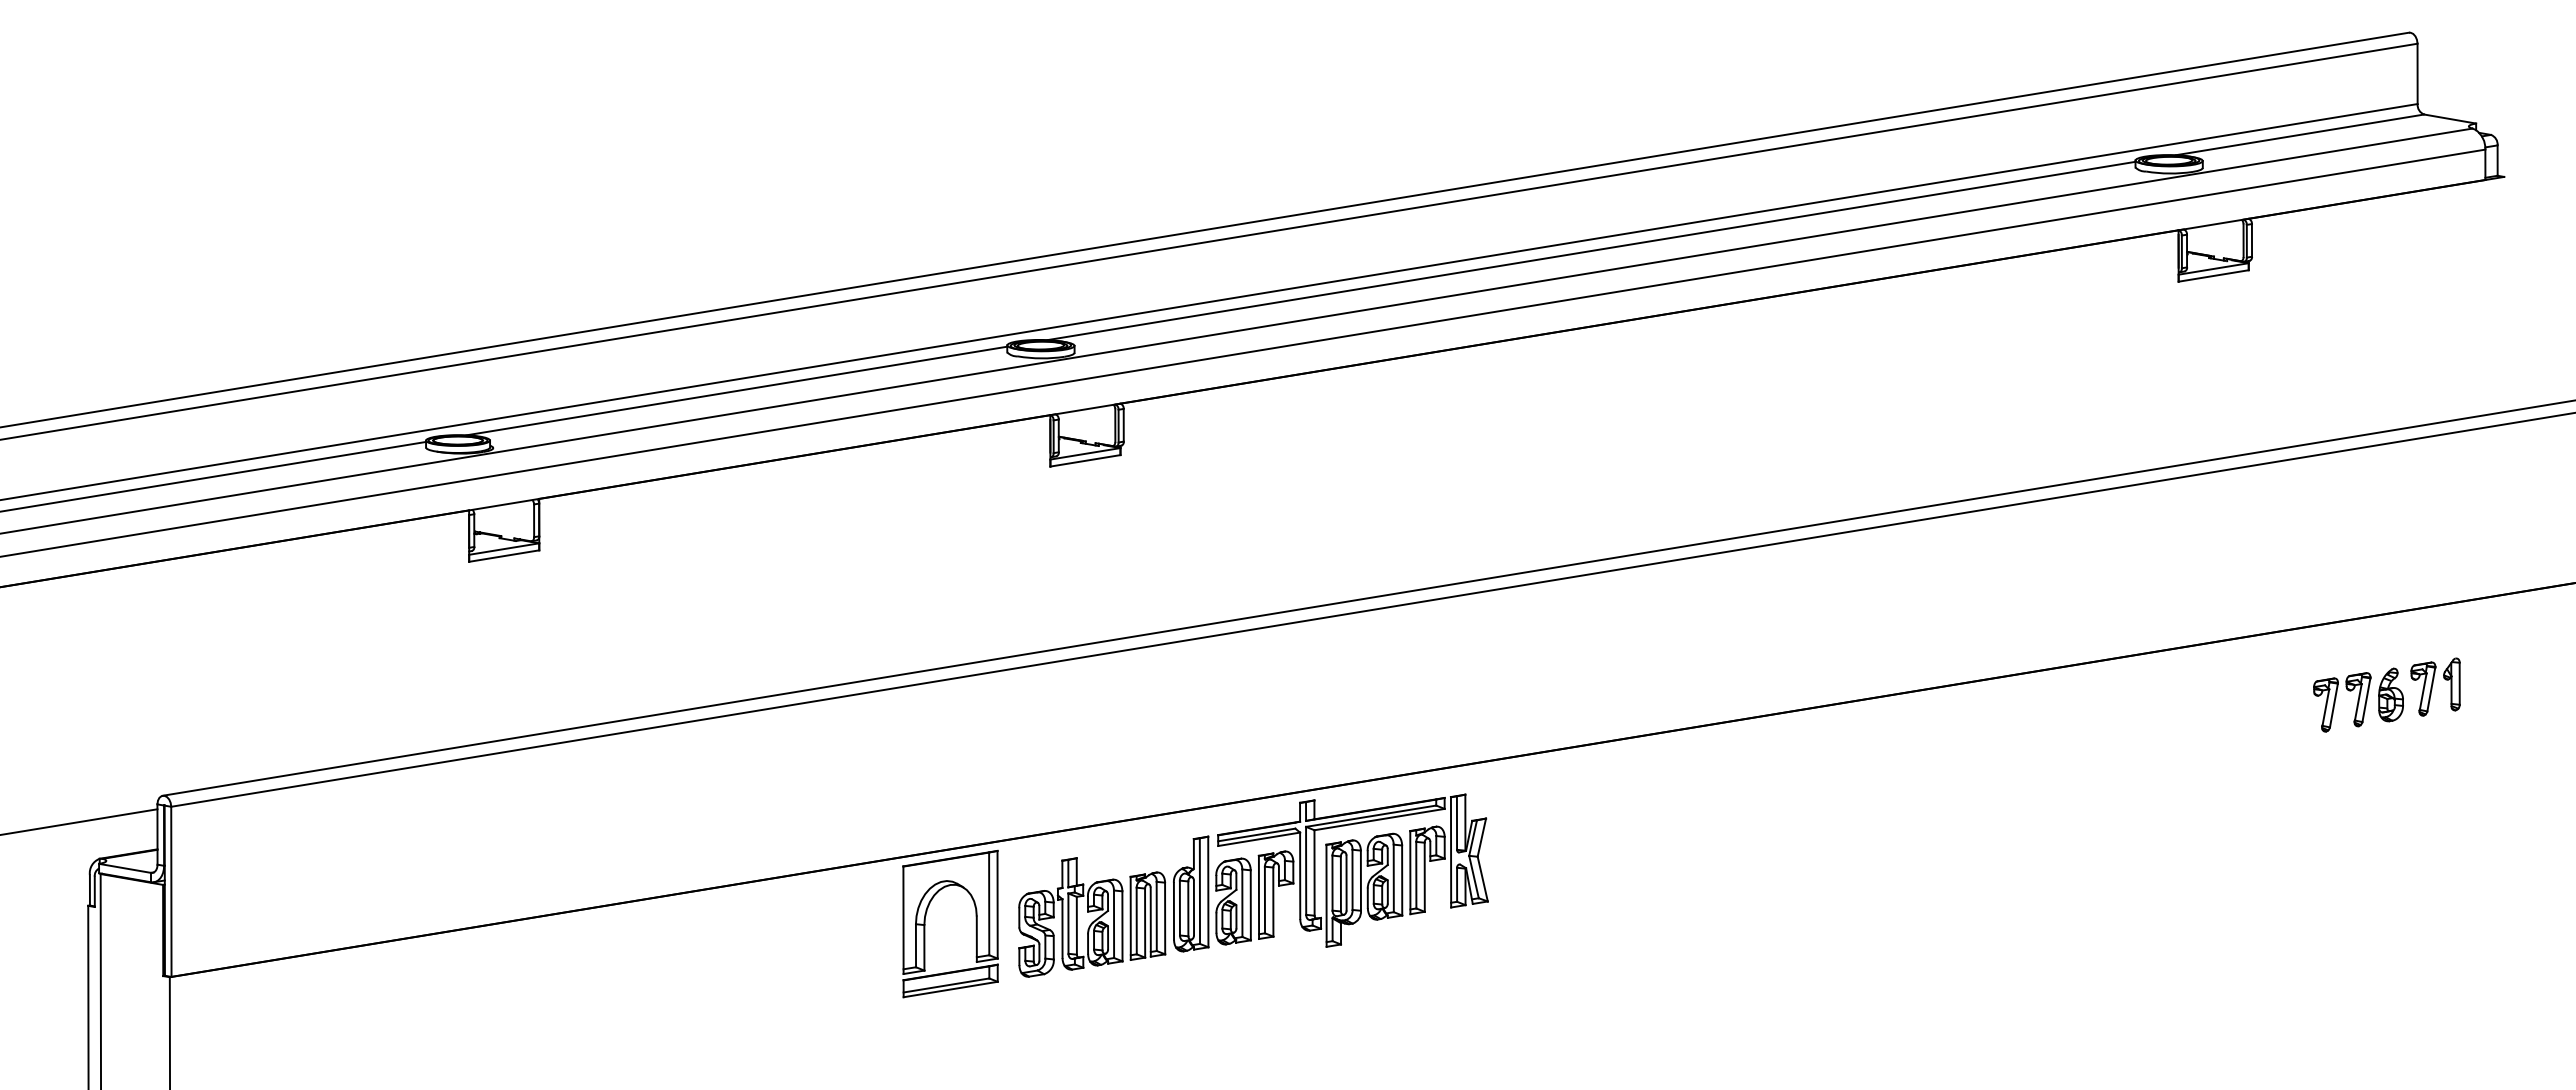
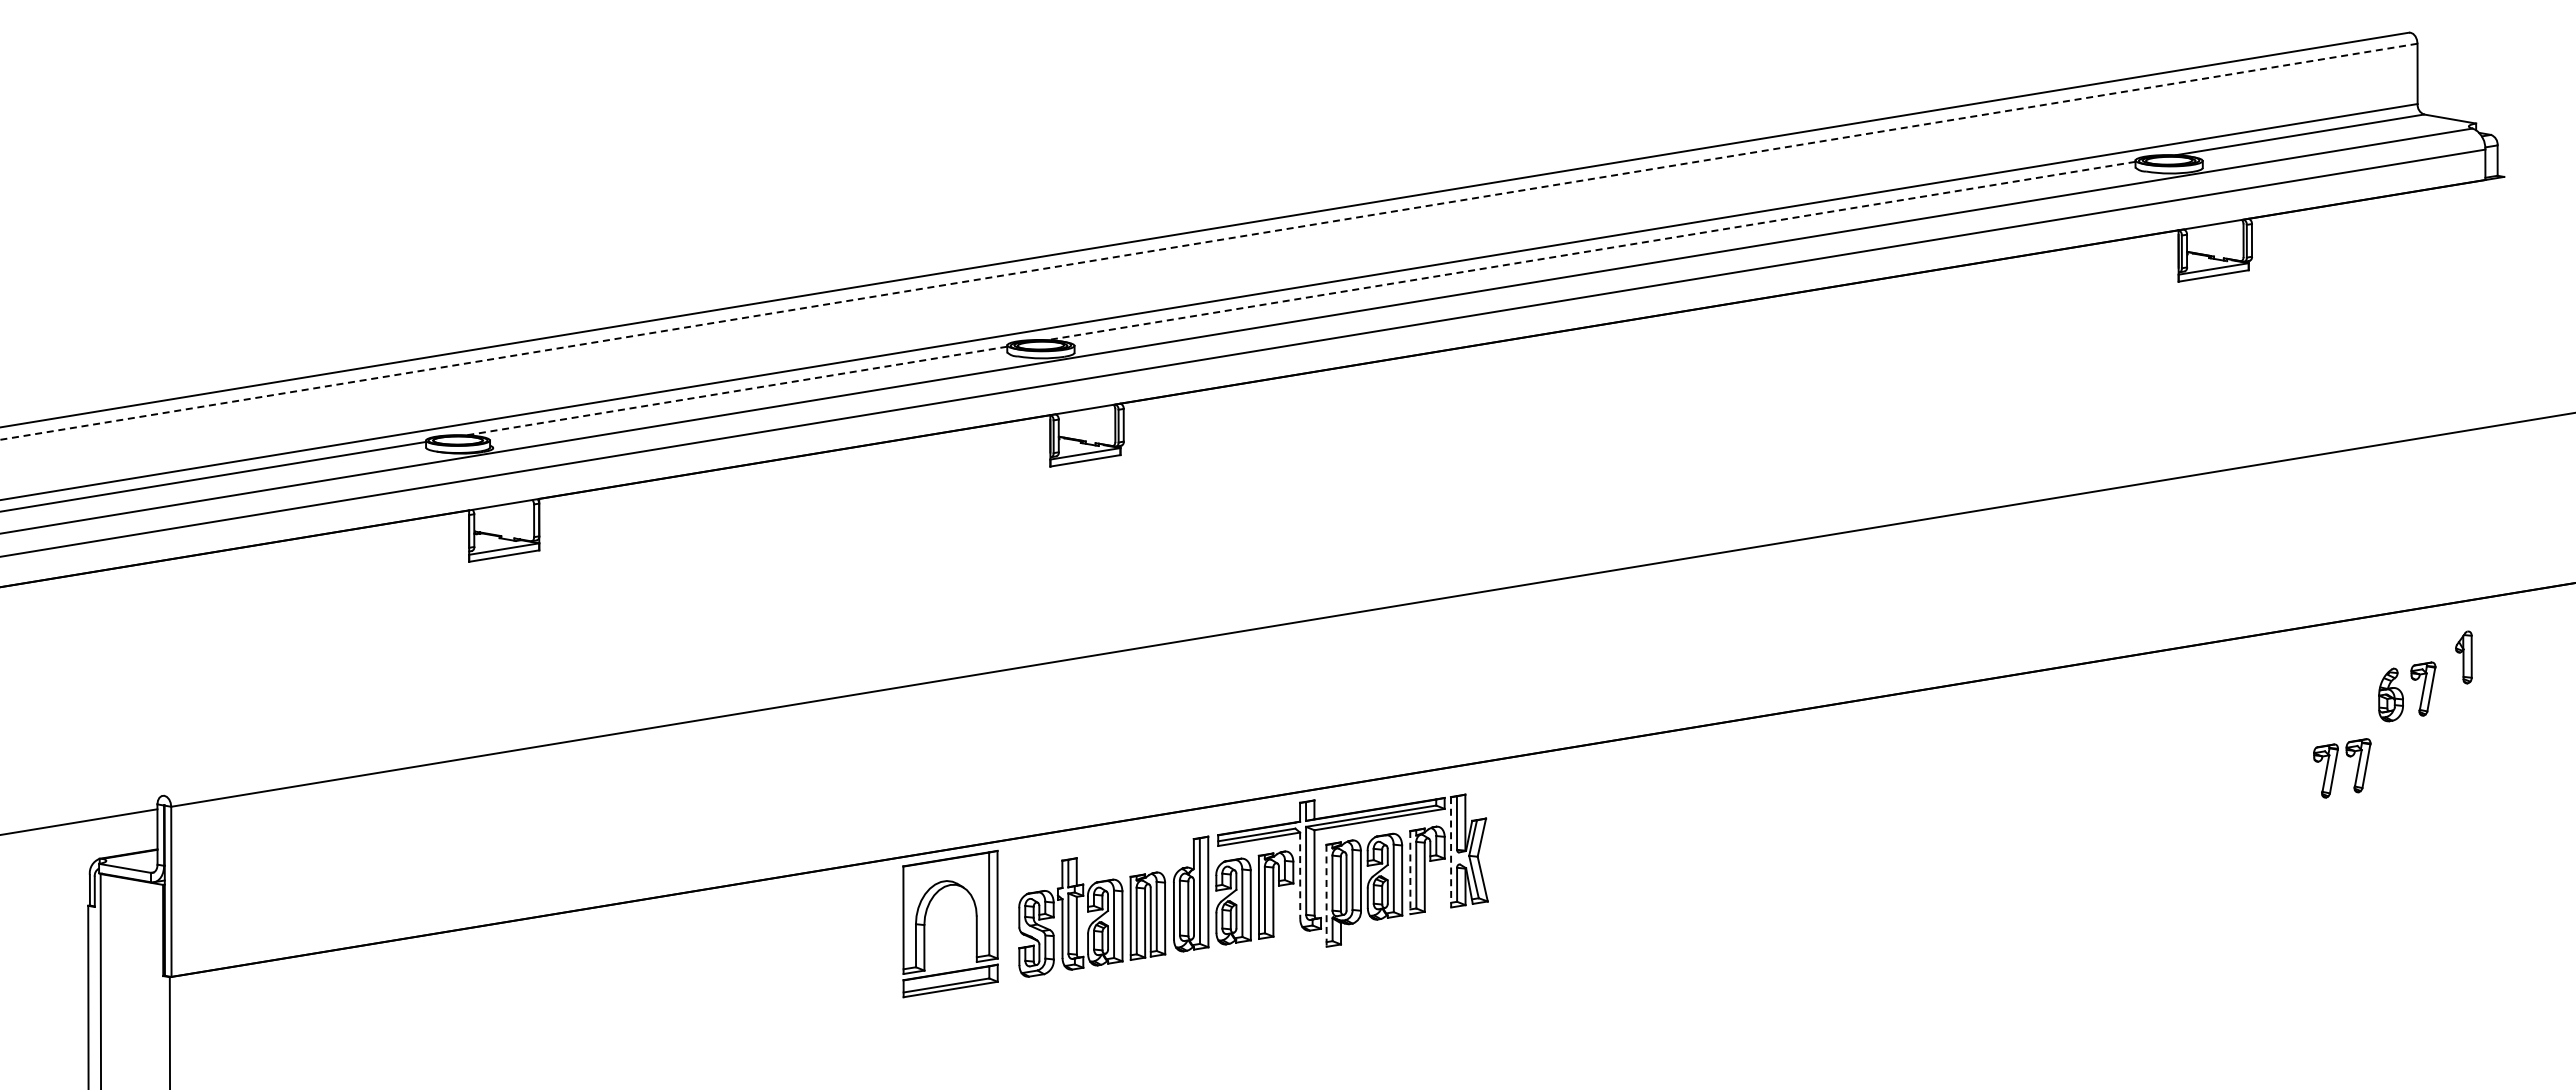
line at (1208, 241): solid -> dashed
line at (1591, 251): solid -> dashed
line at (736, 391): solid -> dashed
line at (1367, 597): present -> none
part at (2451, 684) position: (2451, 684) -> (2463, 657)
part at (2335, 702) position: (2335, 702) -> (2335, 768)
line at (1451, 852): solid -> dashed
line at (1410, 872): solid -> dashed
line at (1300, 876): solid -> dashed
line at (1326, 896): solid -> dashed
